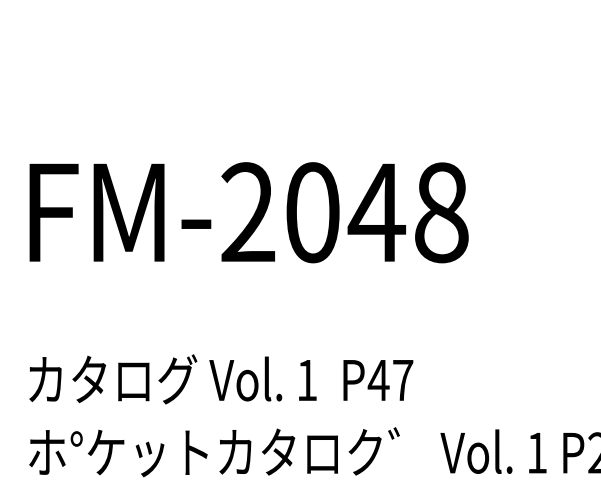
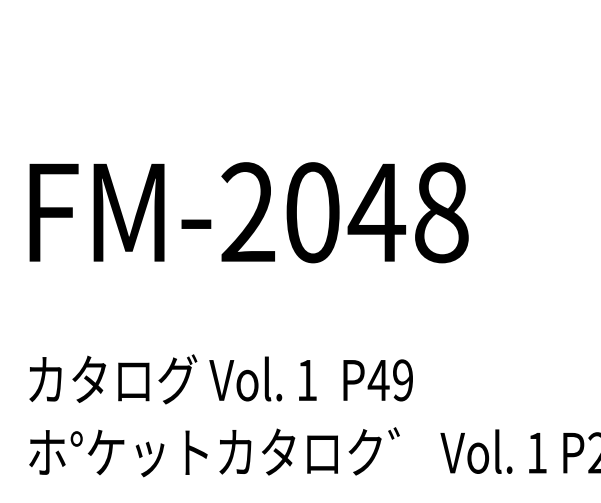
text at (403, 380): P47 -> P49
